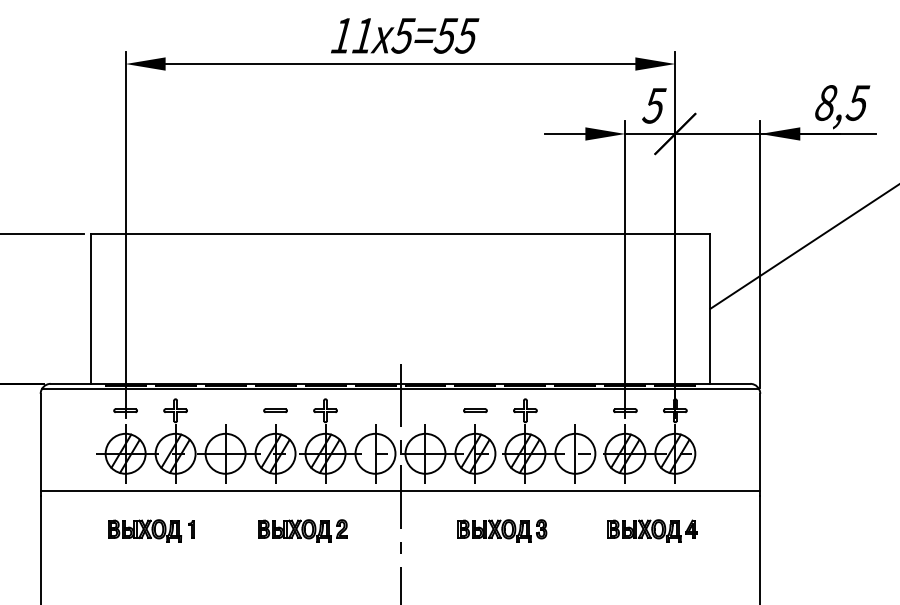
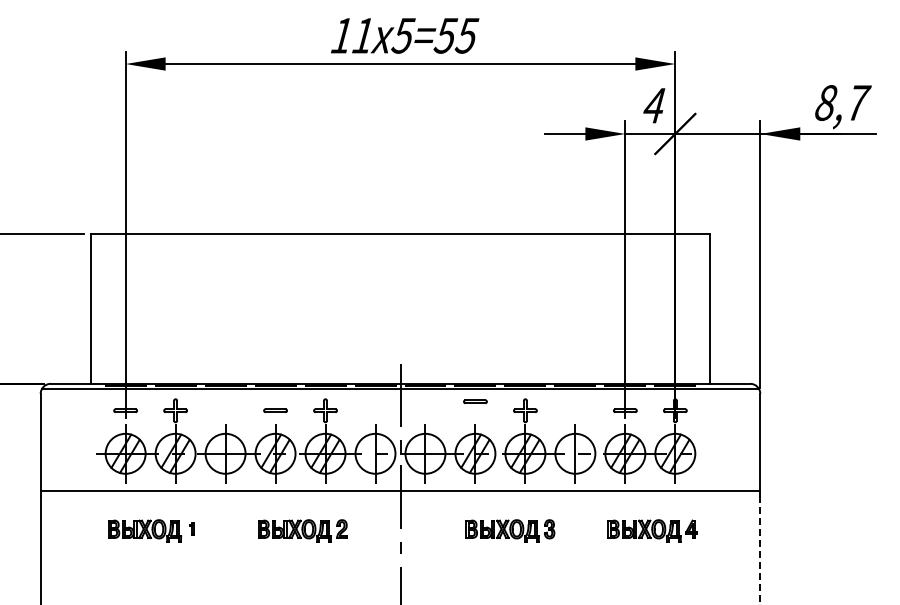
text at (858, 102): 8,5 -> 8,7
text at (654, 105): 5 -> 4
line at (803, 246): present -> none
line at (475, 409) position: (475, 409) -> (475, 400)
part at (191, 529) size: 7x19 px -> 6x14 px
part at (502, 530) position: (502, 530) -> (510, 530)
line at (760, 550): solid -> dashed
